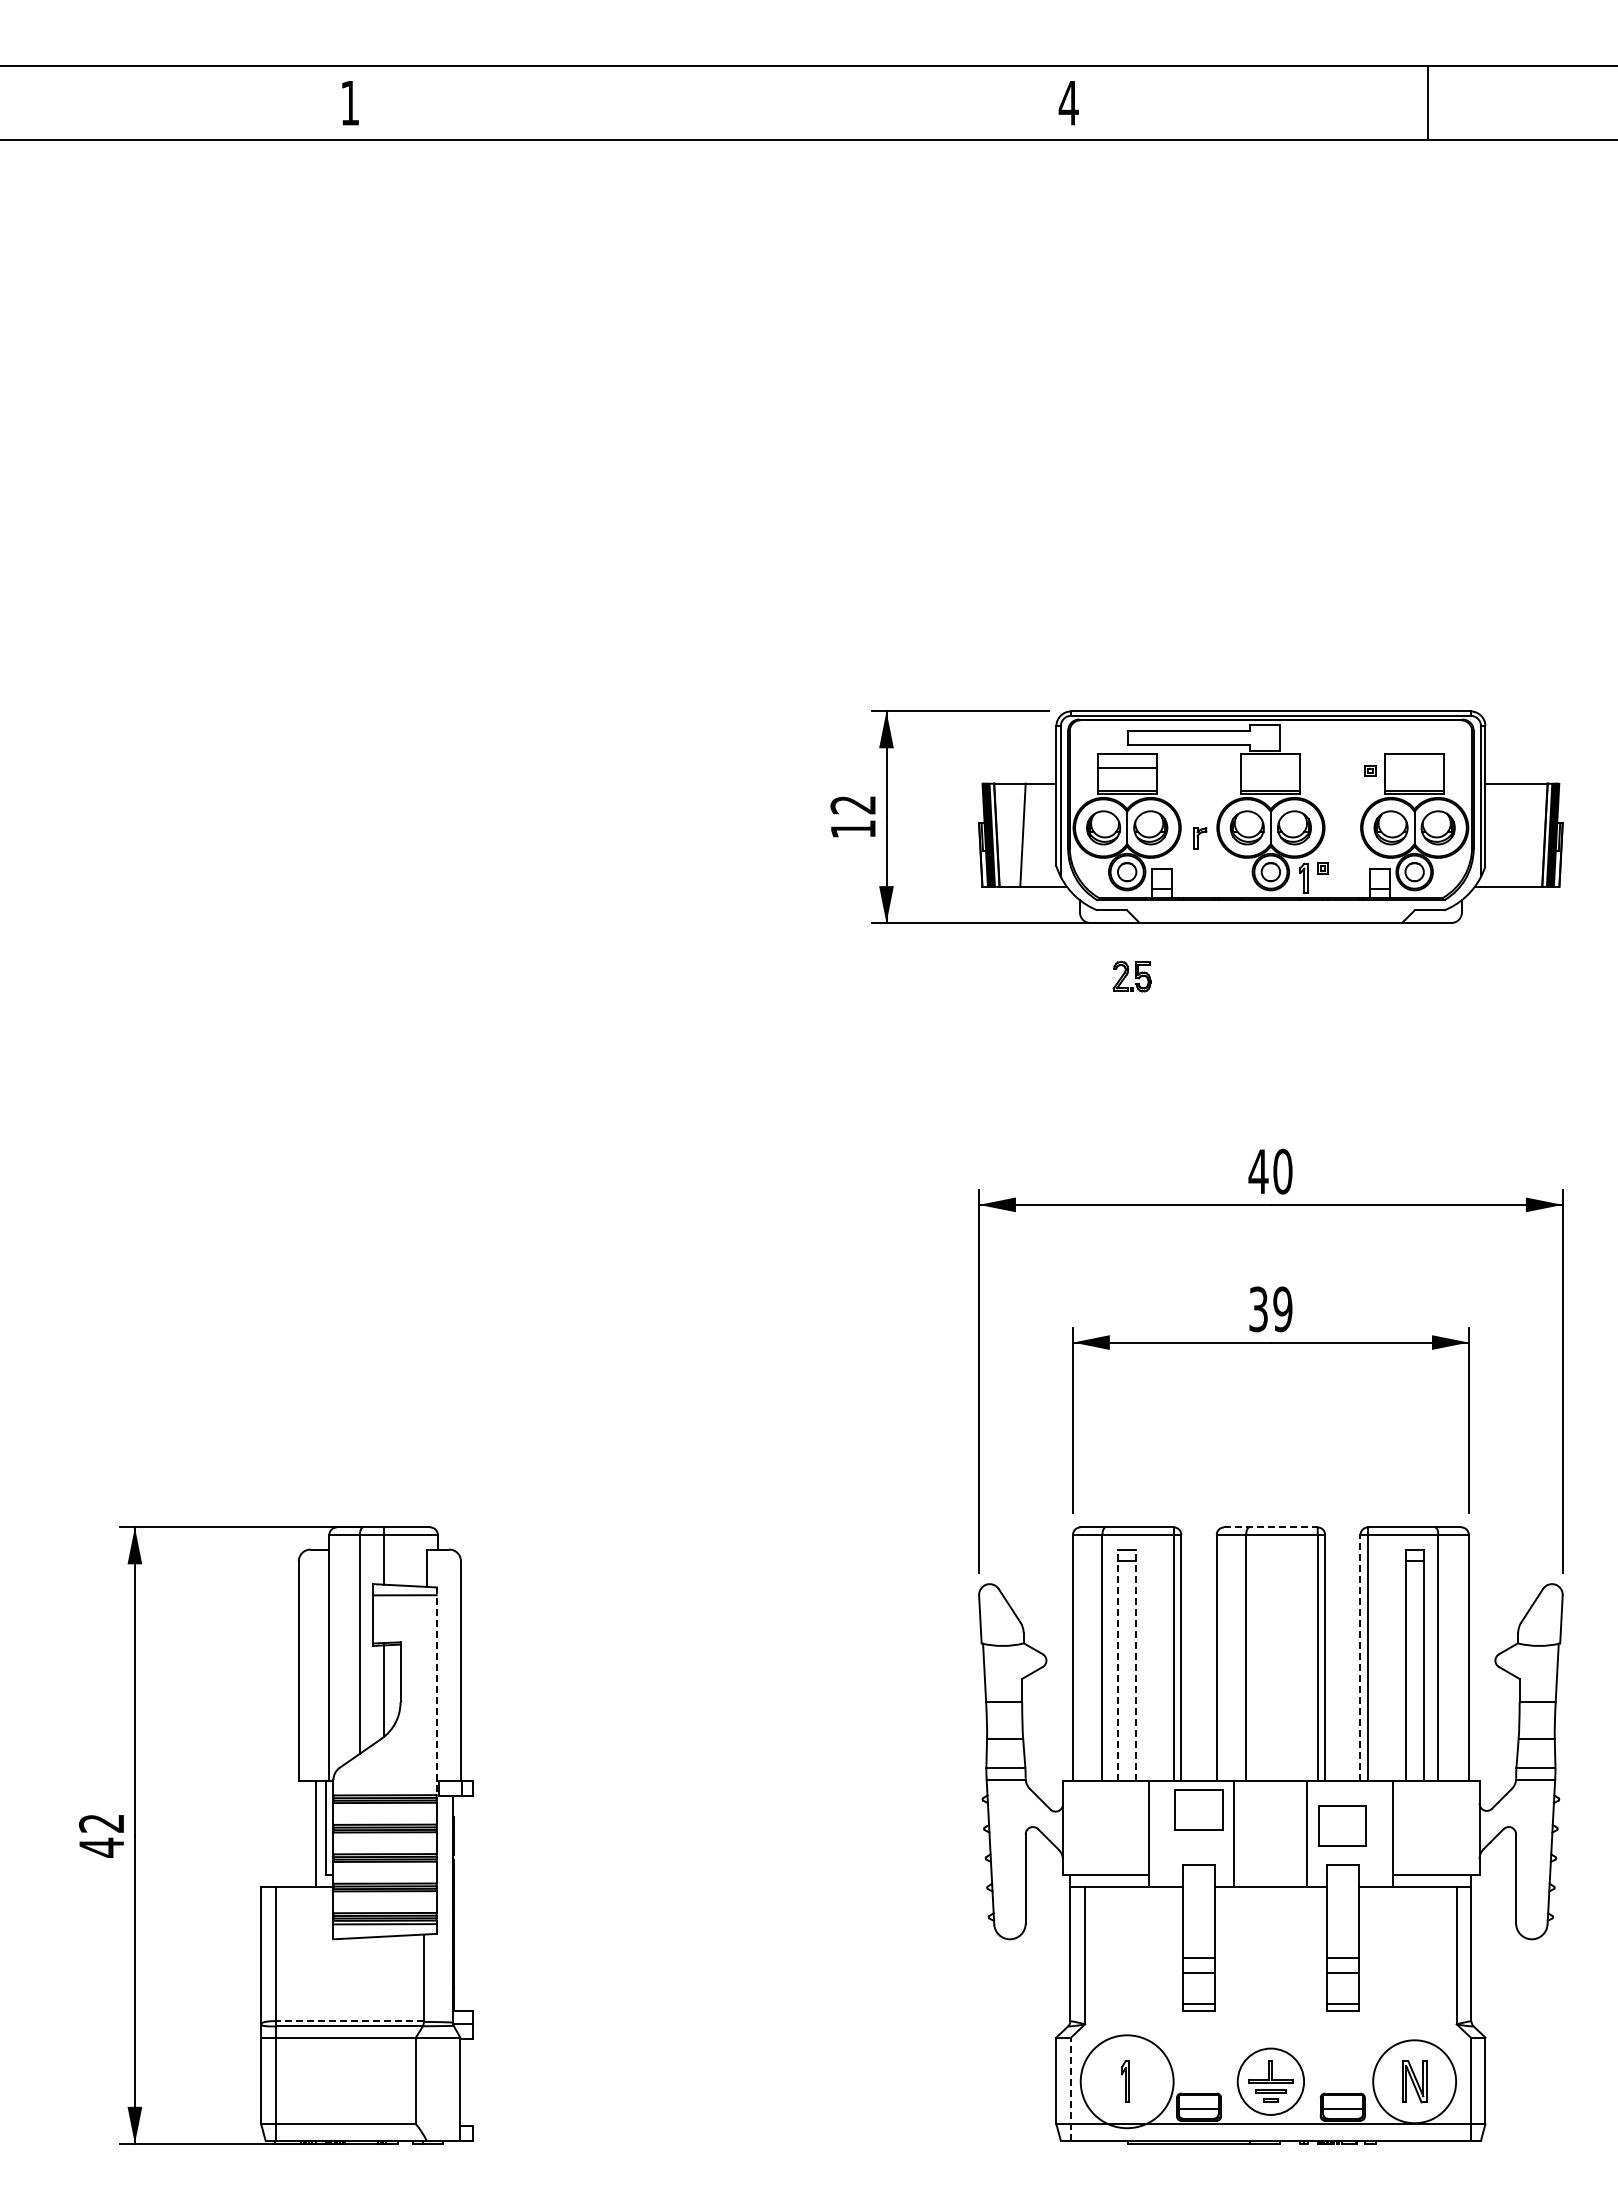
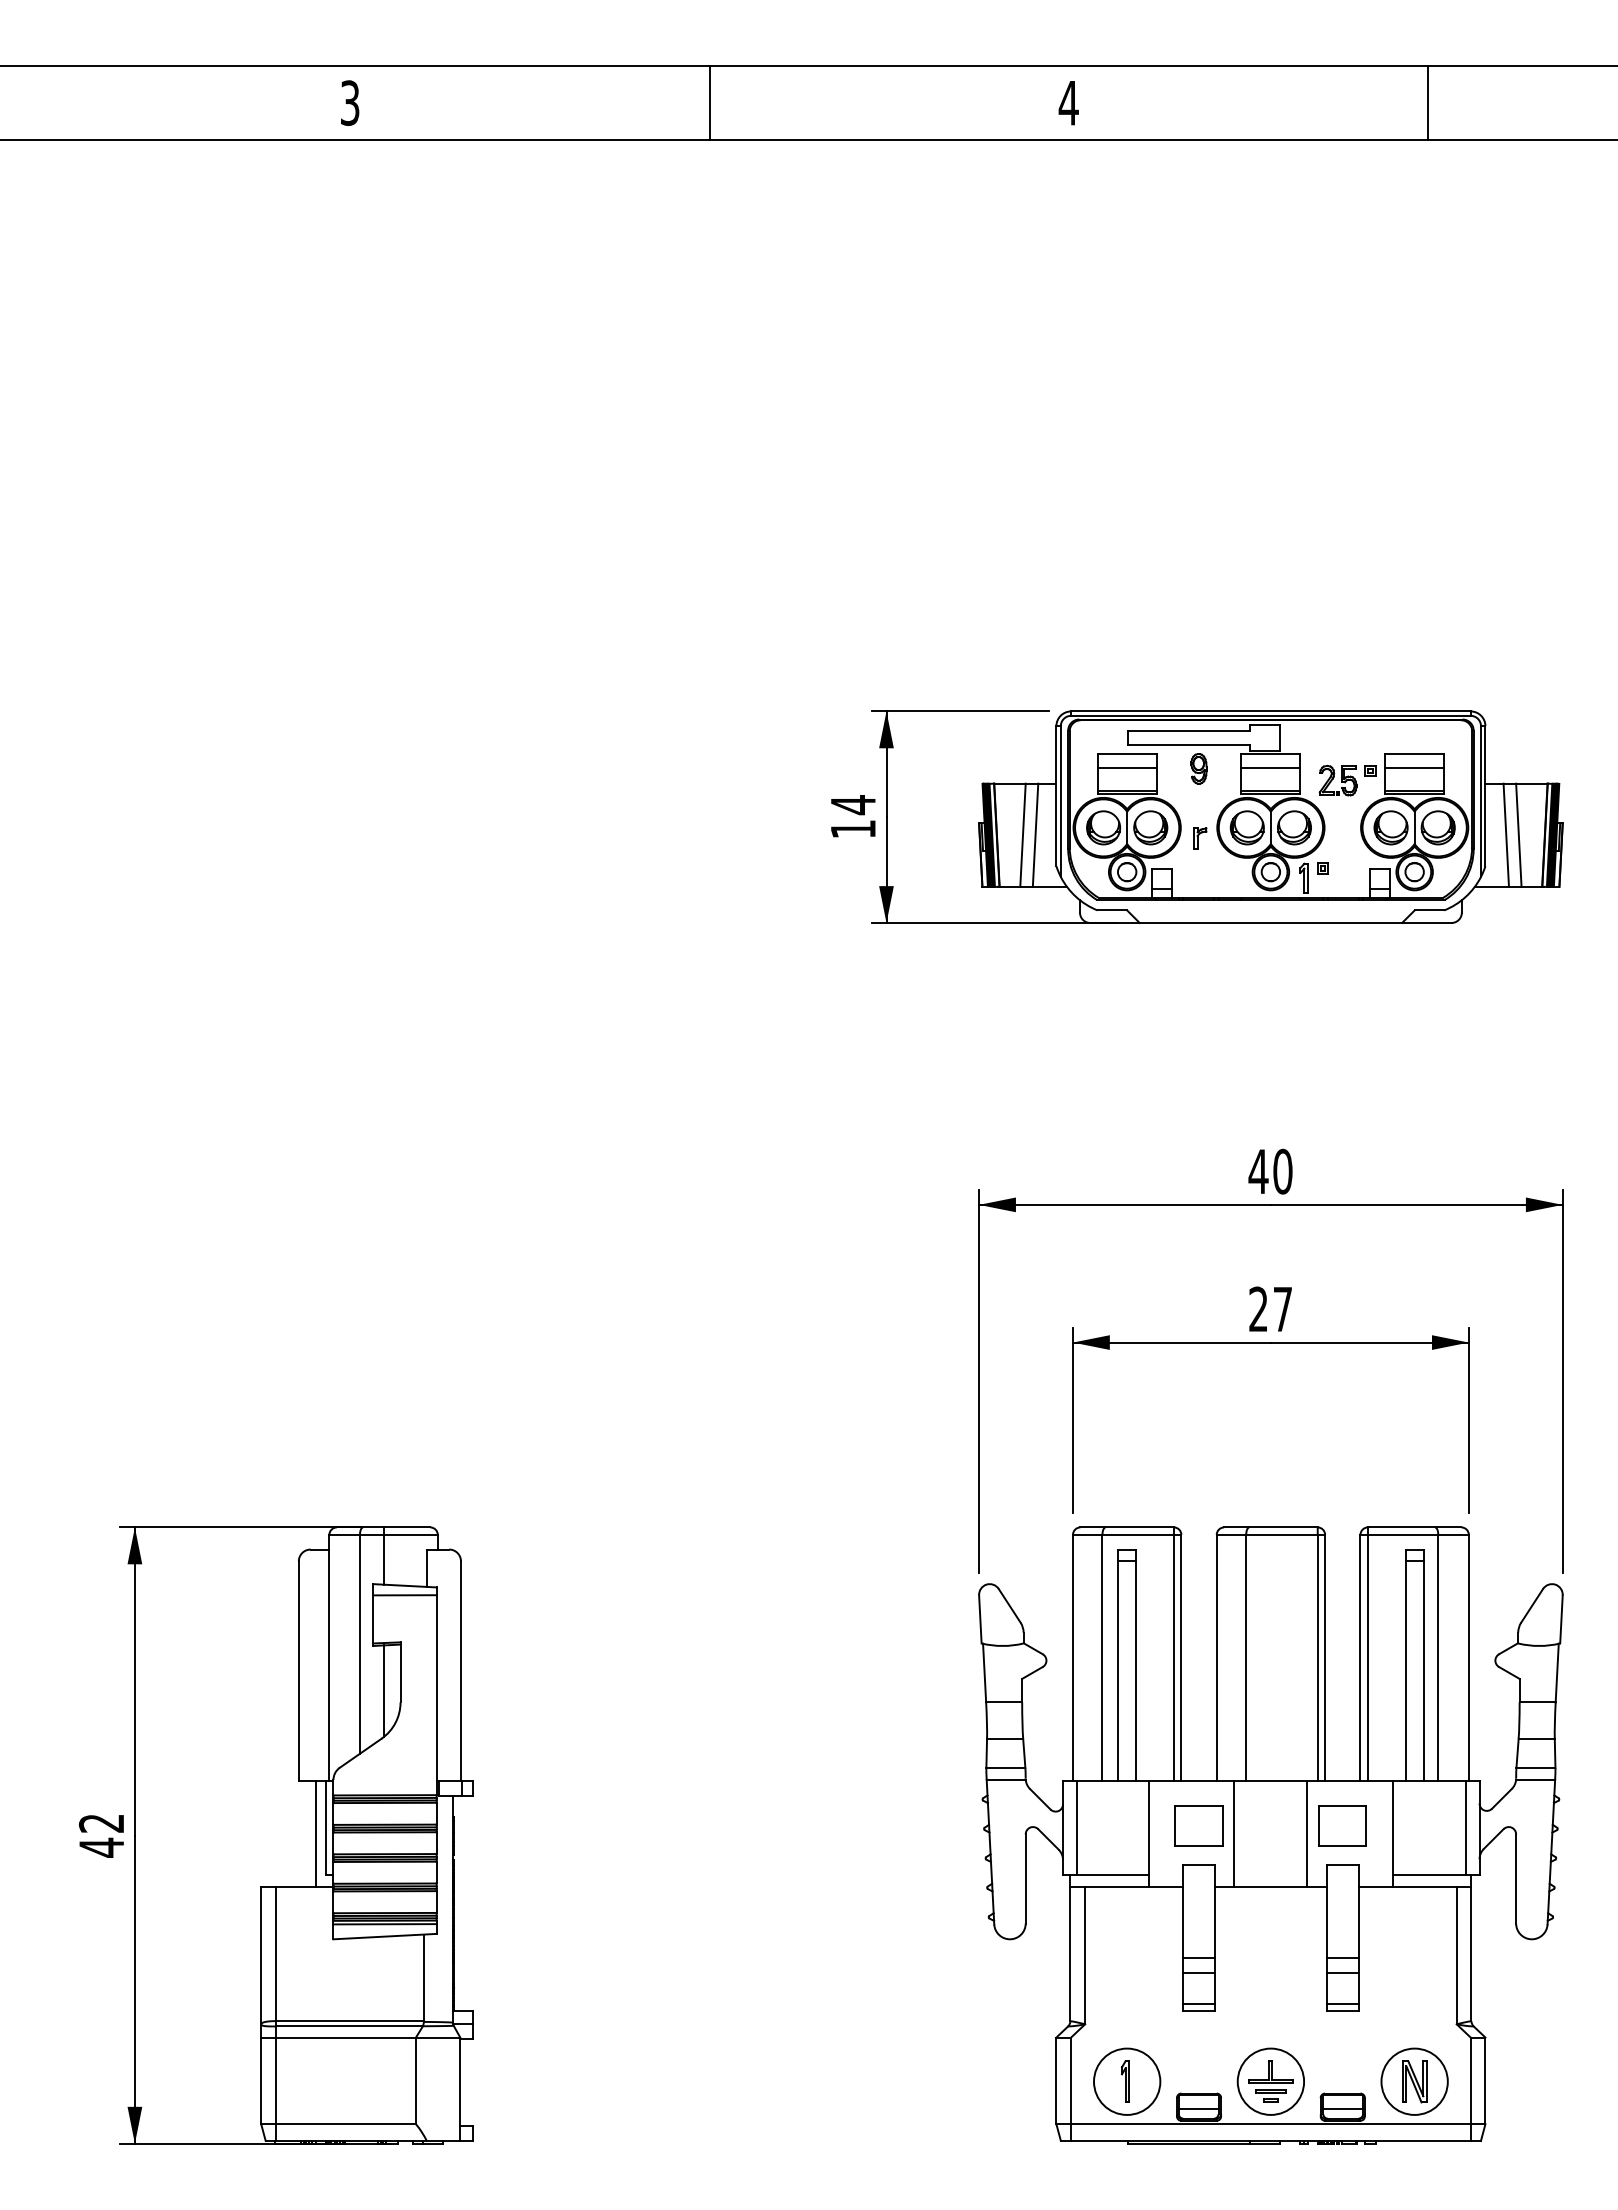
text at (350, 103): 1 -> 3
line at (709, 103): none -> present
part at (1198, 768): none -> present
line at (1270, 768): none -> present
line at (1414, 768): none -> present
text at (852, 805): 12 -> 14
line at (1035, 834): none -> present
line at (1505, 834): none -> present
line at (1518, 834): none -> present
part at (1131, 976) position: (1131, 976) -> (1337, 780)
text at (1270, 1309): 39 -> 27
line at (1270, 1527): dashed -> solid
line at (1360, 1657): dashed -> solid
line at (1118, 1665): dashed -> solid
line at (1136, 1665): dashed -> solid
line at (436, 1691): dashed -> solid
part at (1198, 1809) position: (1198, 1809) -> (1198, 1825)
line at (1077, 1828): none -> present
line at (1465, 1828): none -> present
line at (349, 2021): dashed -> solid
circle at (1126, 2081) diameter: 93 px -> 66 px
circle at (1414, 2081) diameter: 83 px -> 66 px
line at (1071, 2089): dashed -> solid
